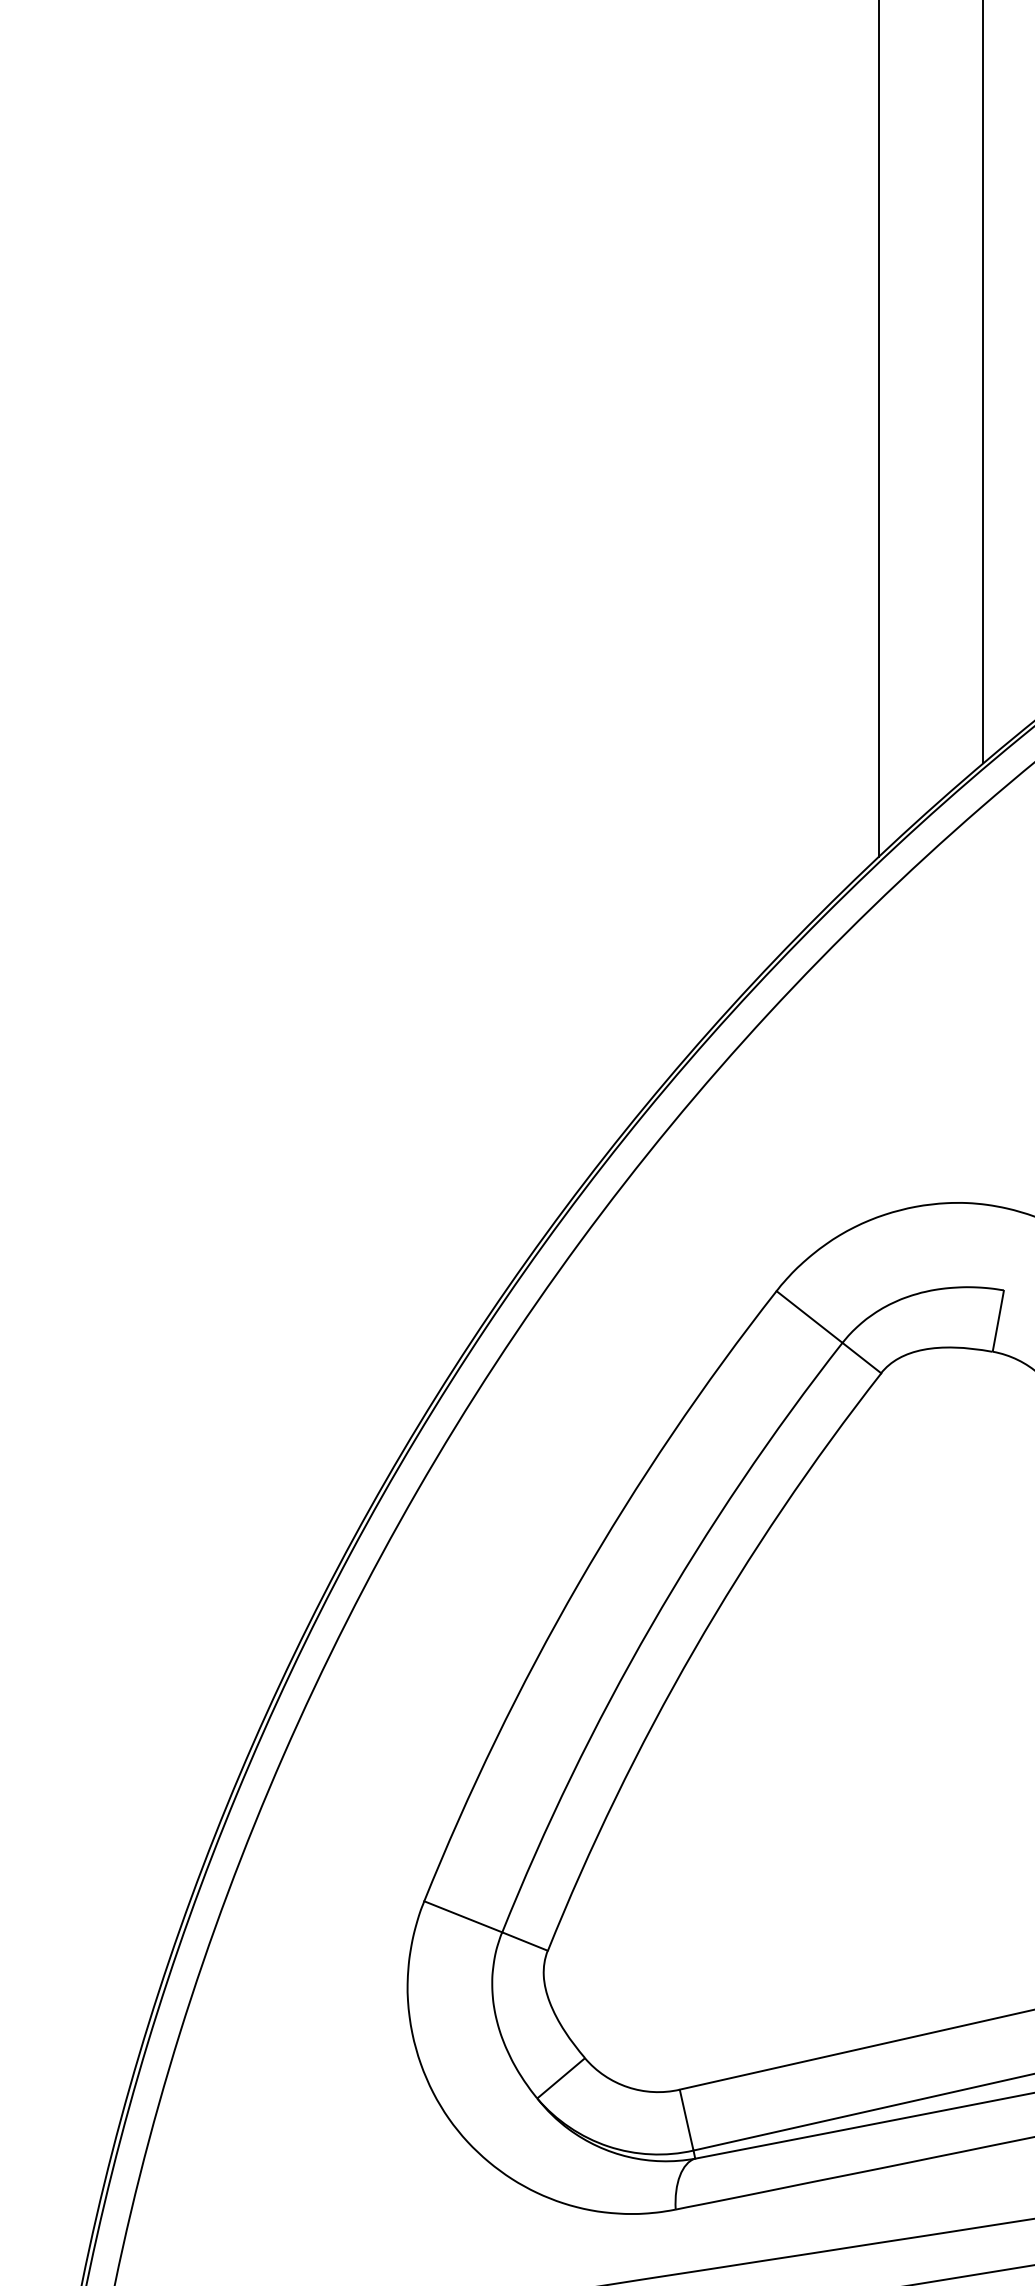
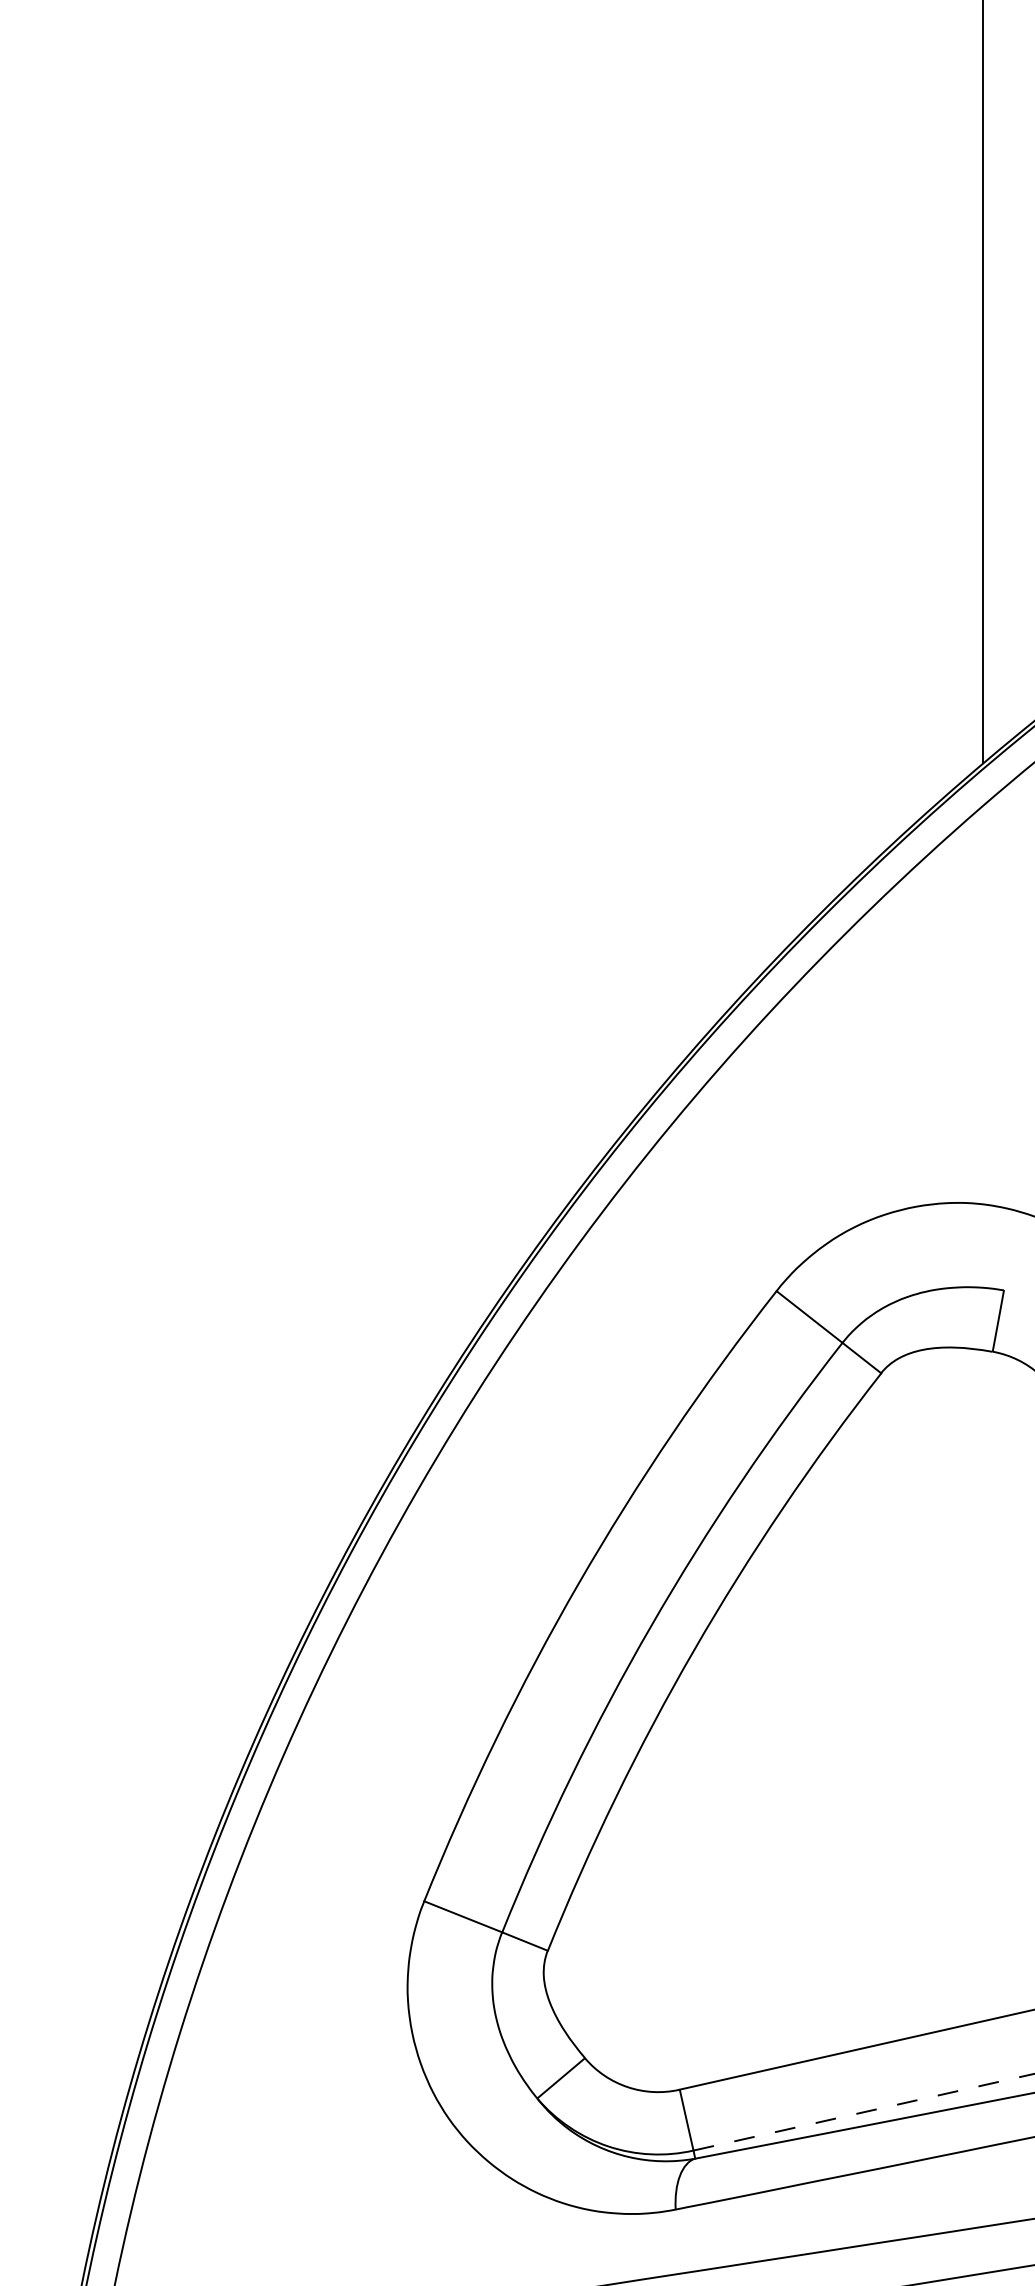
line at (879, 429): present -> none
line at (864, 2112): solid -> dashed
